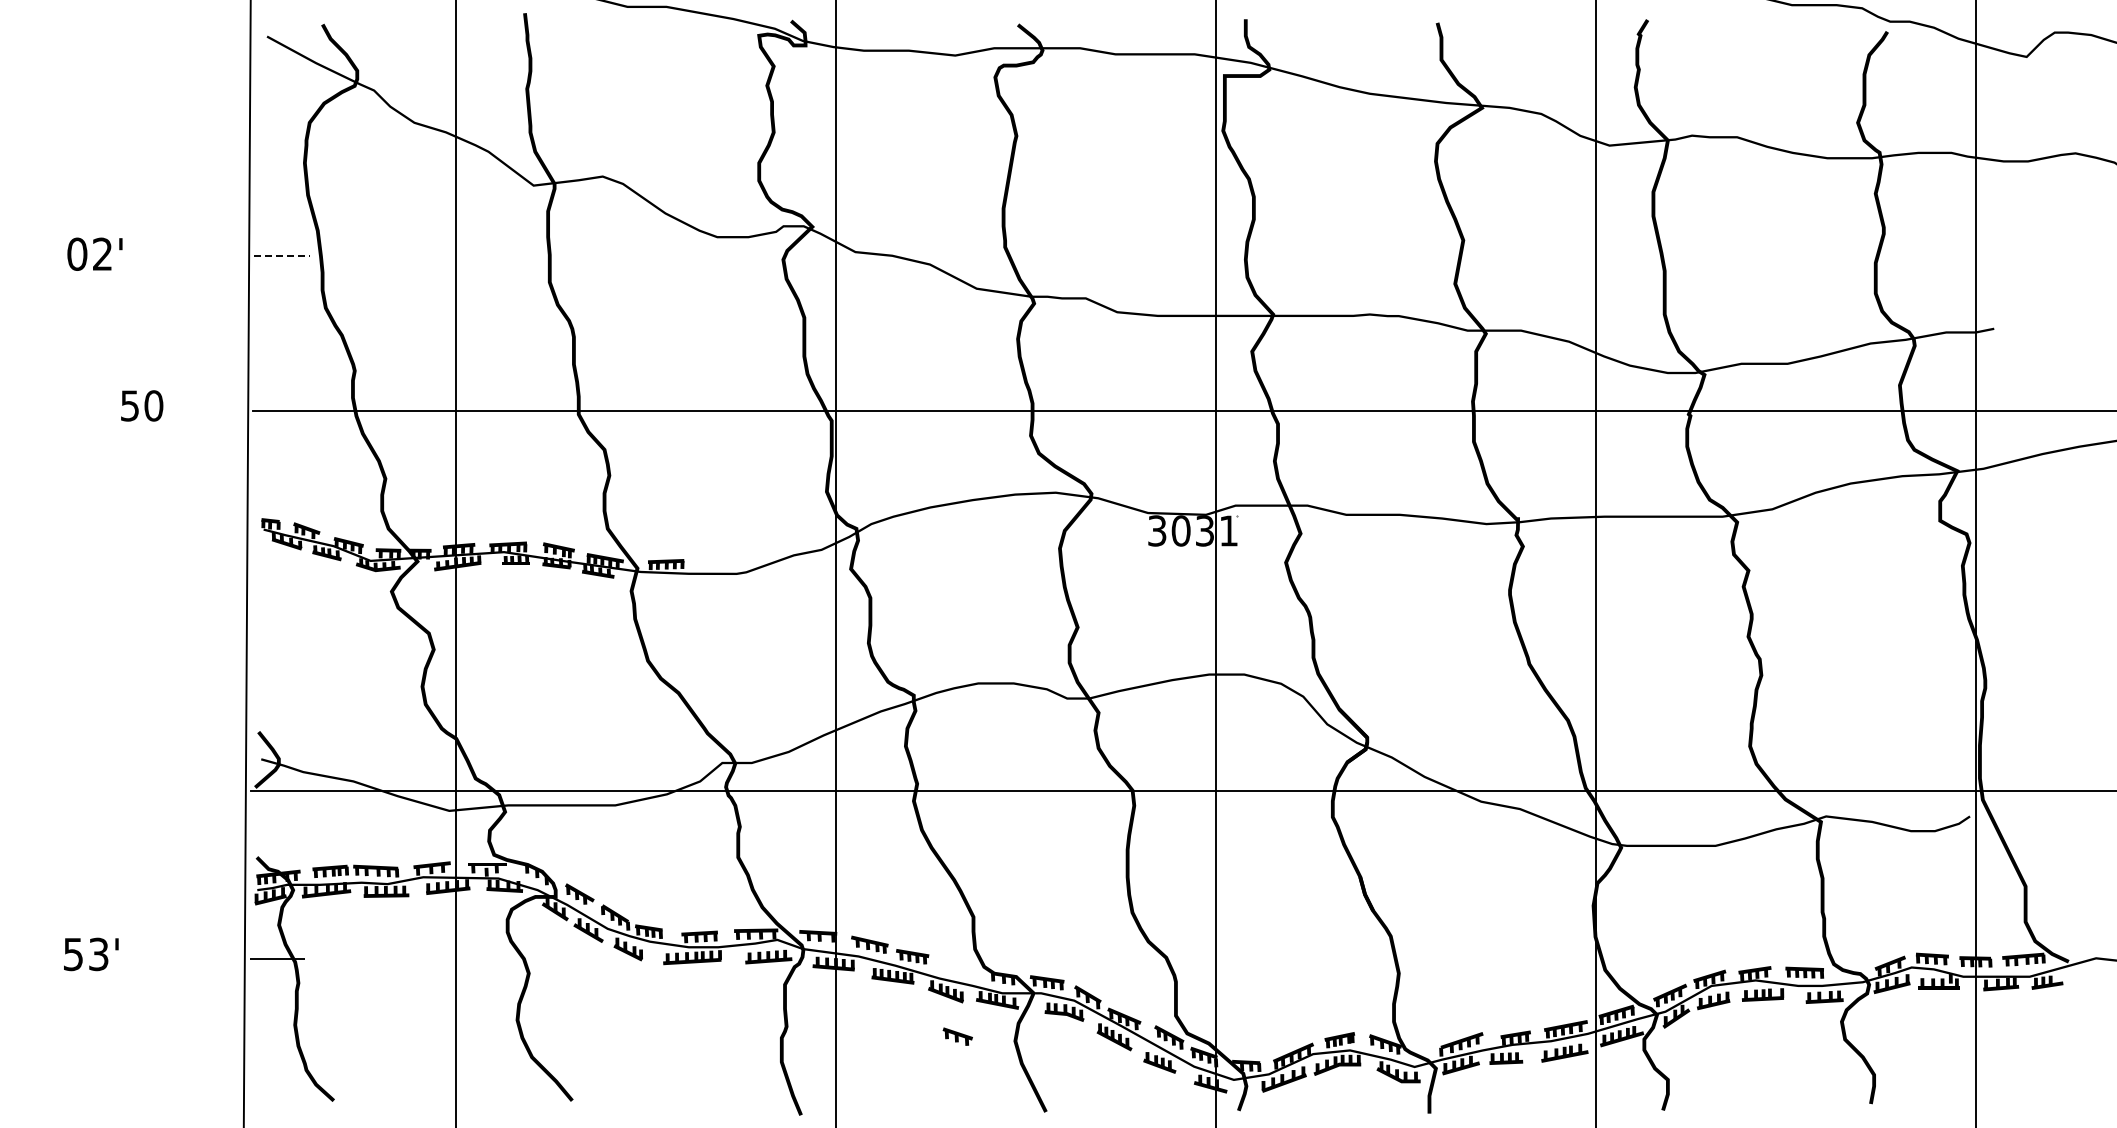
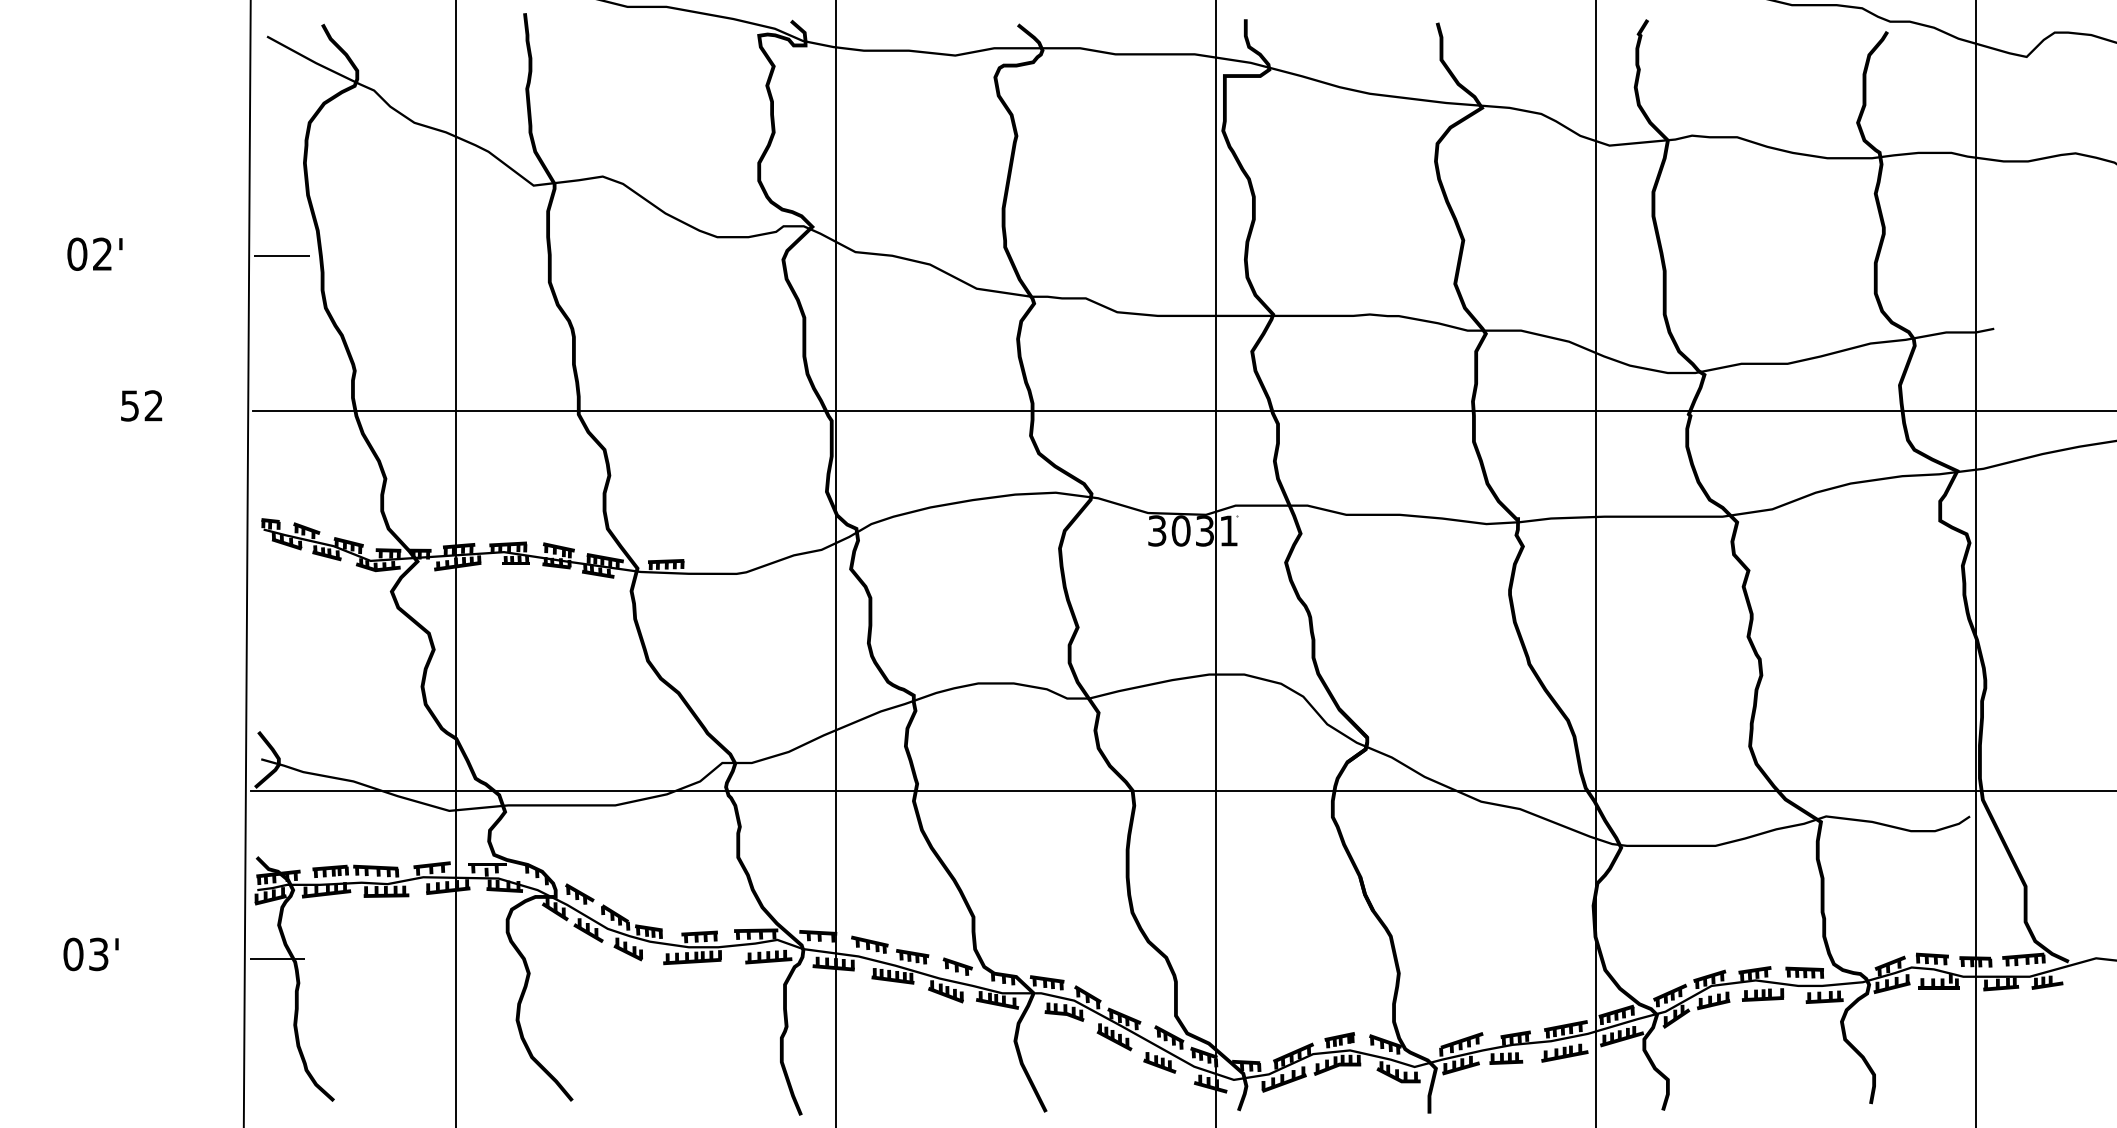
line at (282, 256): dashed -> solid
text at (153, 405): 50 -> 52
text at (73, 954): 53' -> 03'
part at (957, 1036) position: (957, 1036) -> (957, 966)
